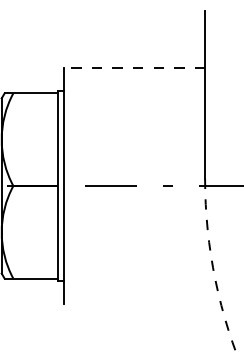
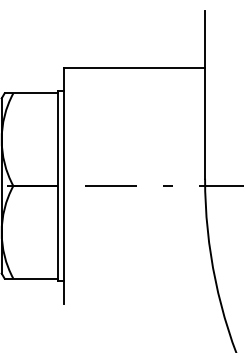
line at (134, 67): dashed -> solid
arc at (213, 267): dashed -> solid
